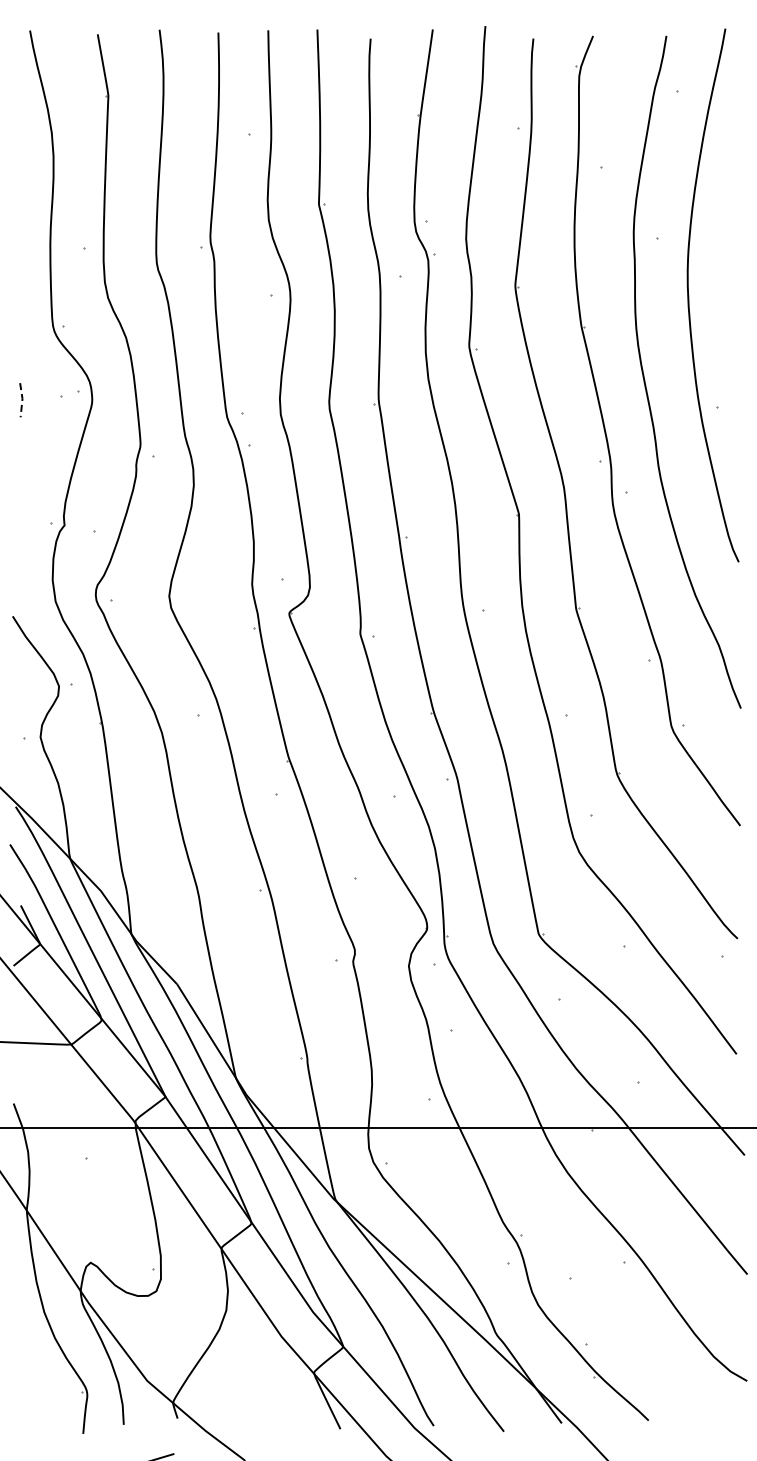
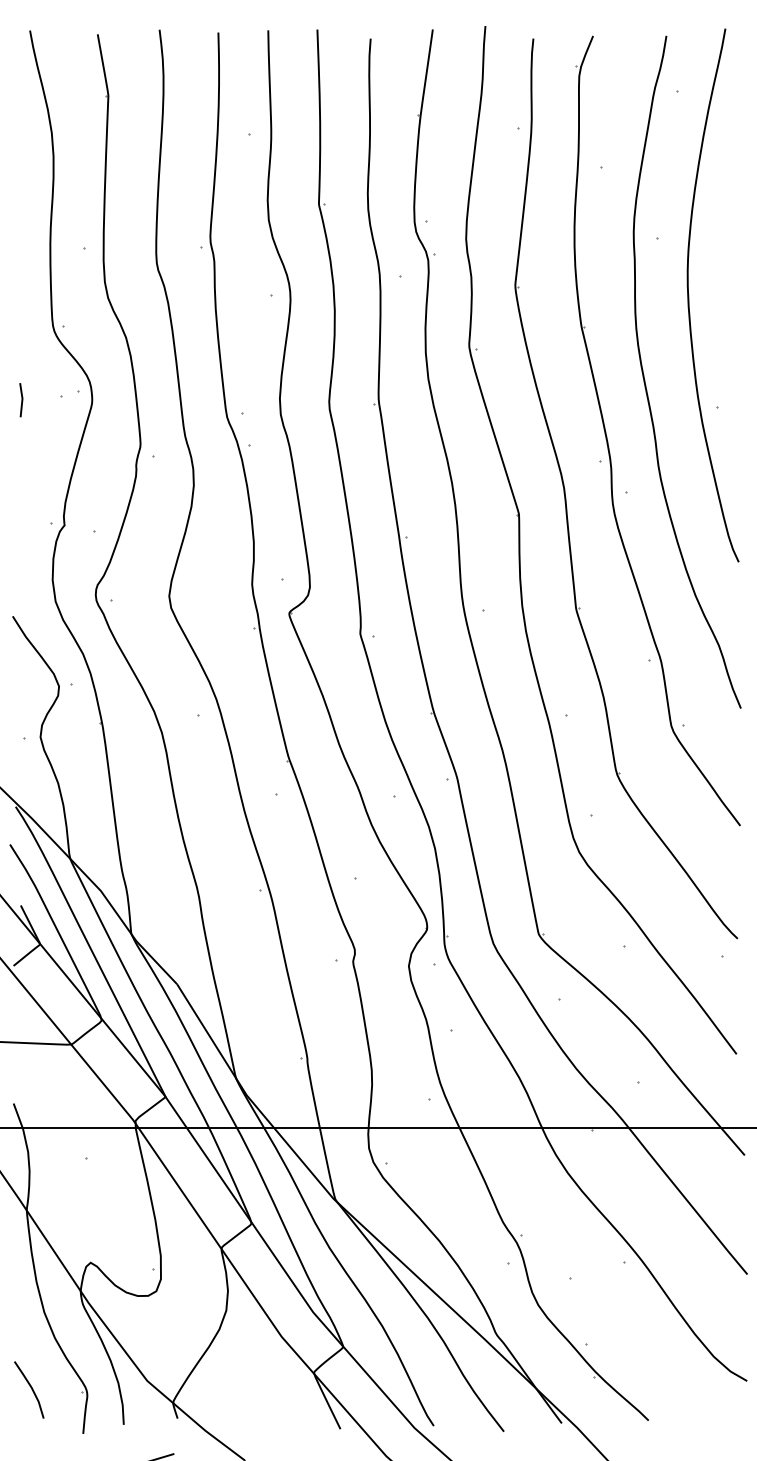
line at (22, 399): dashed -> solid
line at (31, 1389): none -> present
